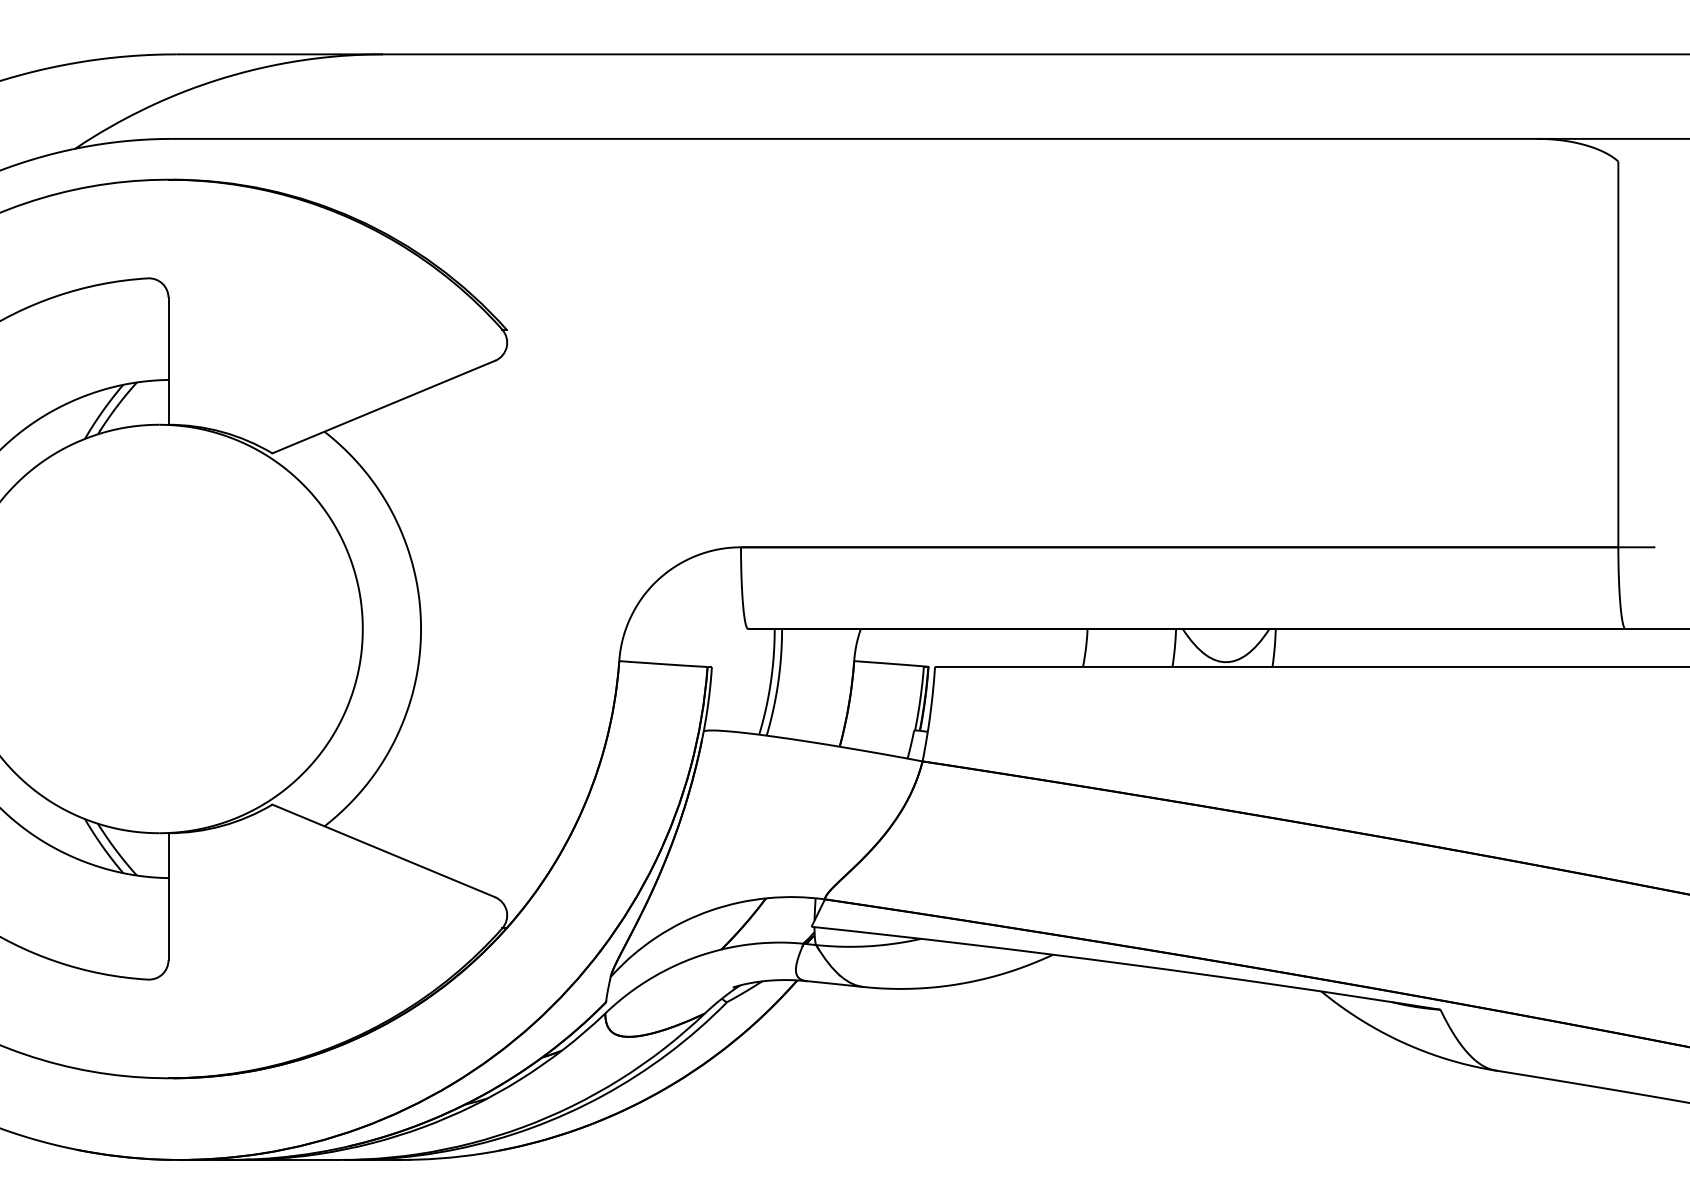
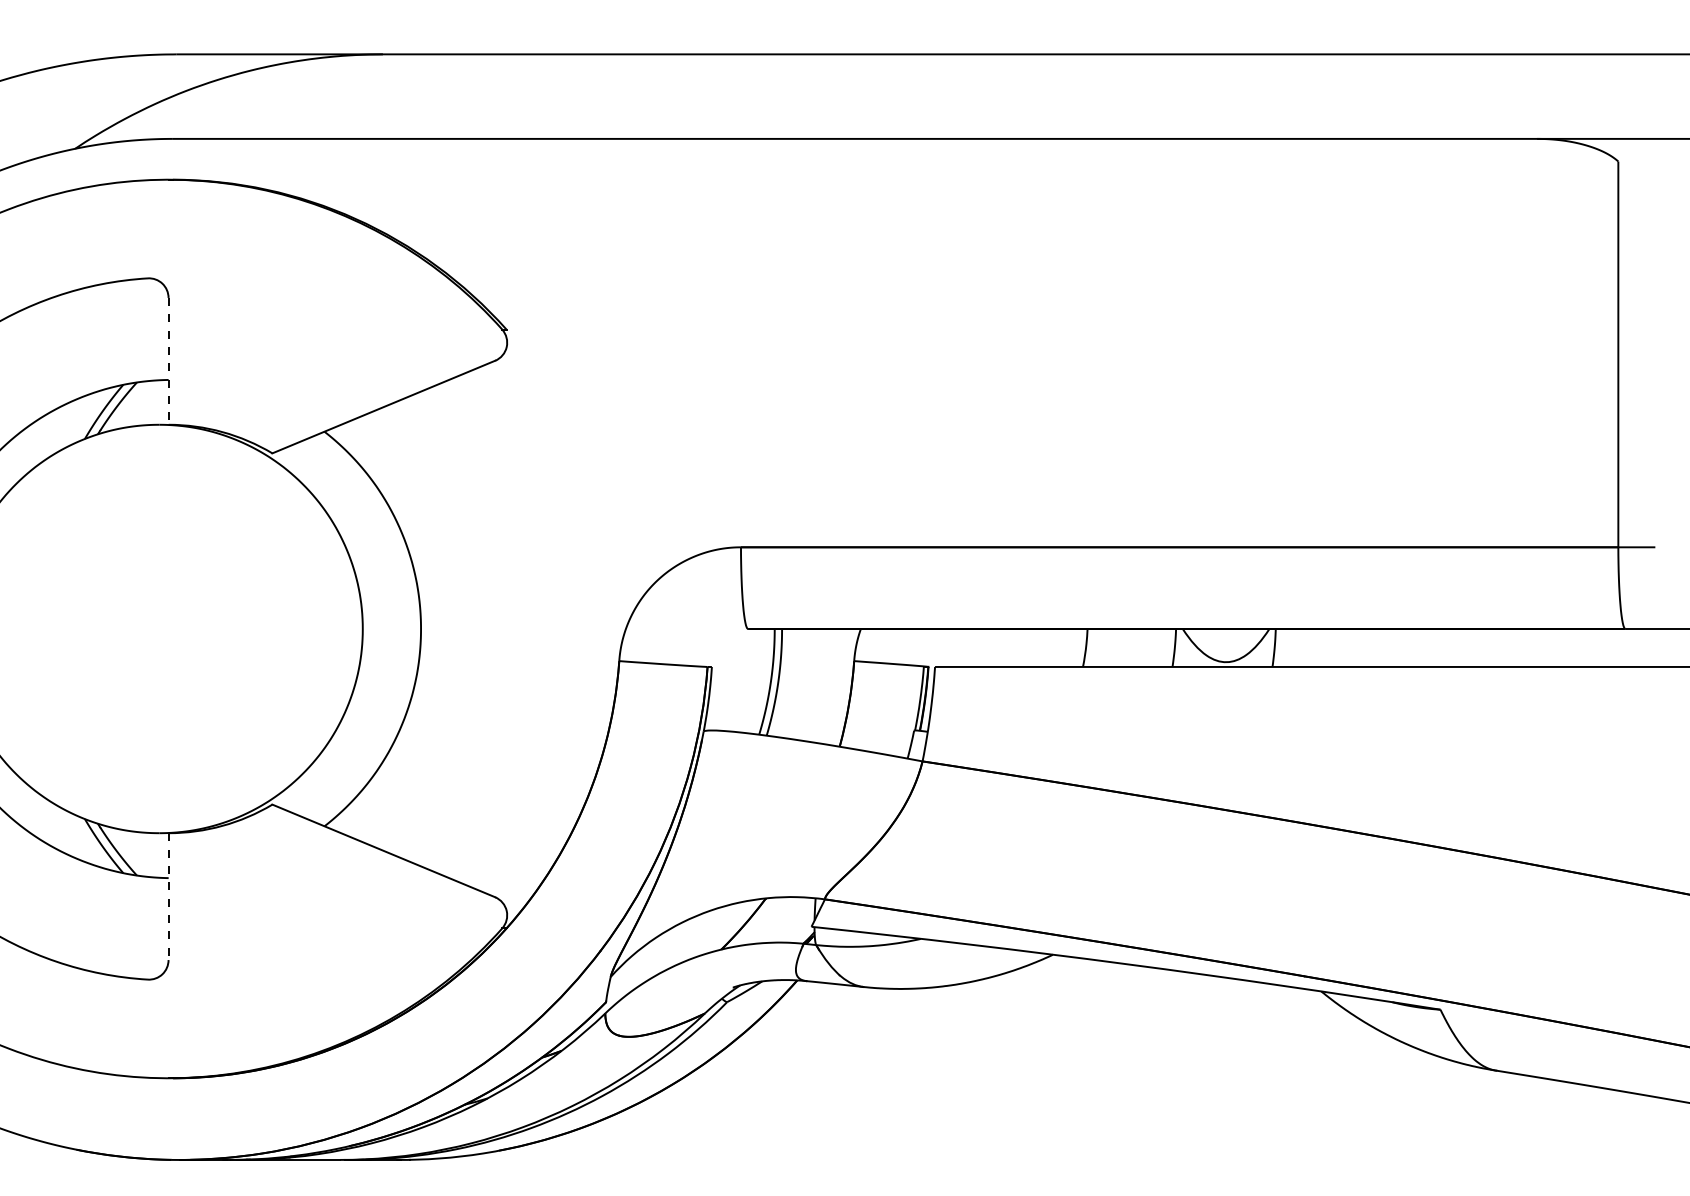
line at (168, 361): solid -> dashed
line at (168, 897): solid -> dashed
